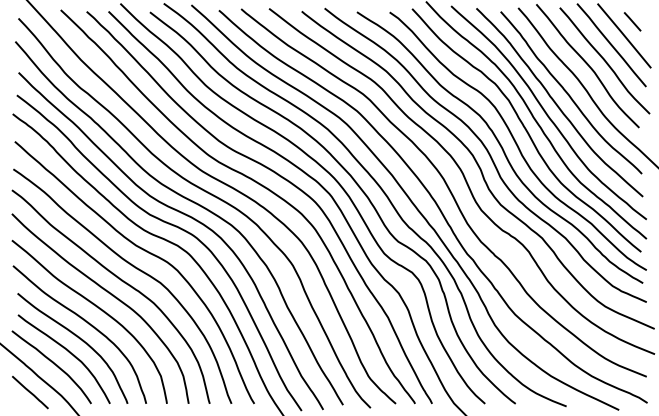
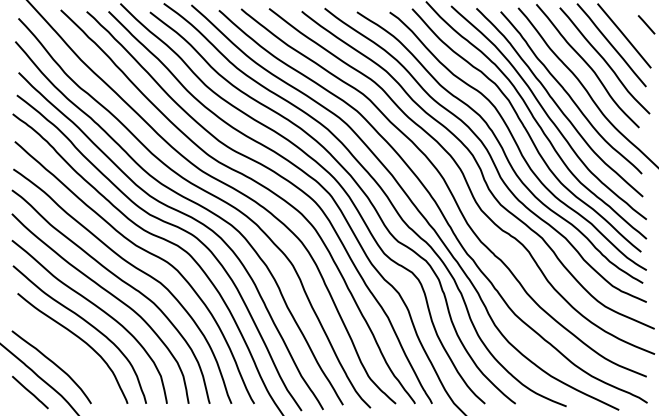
line at (632, 21) position: (632, 21) -> (646, 24)
curve at (68, 352): present -> none
